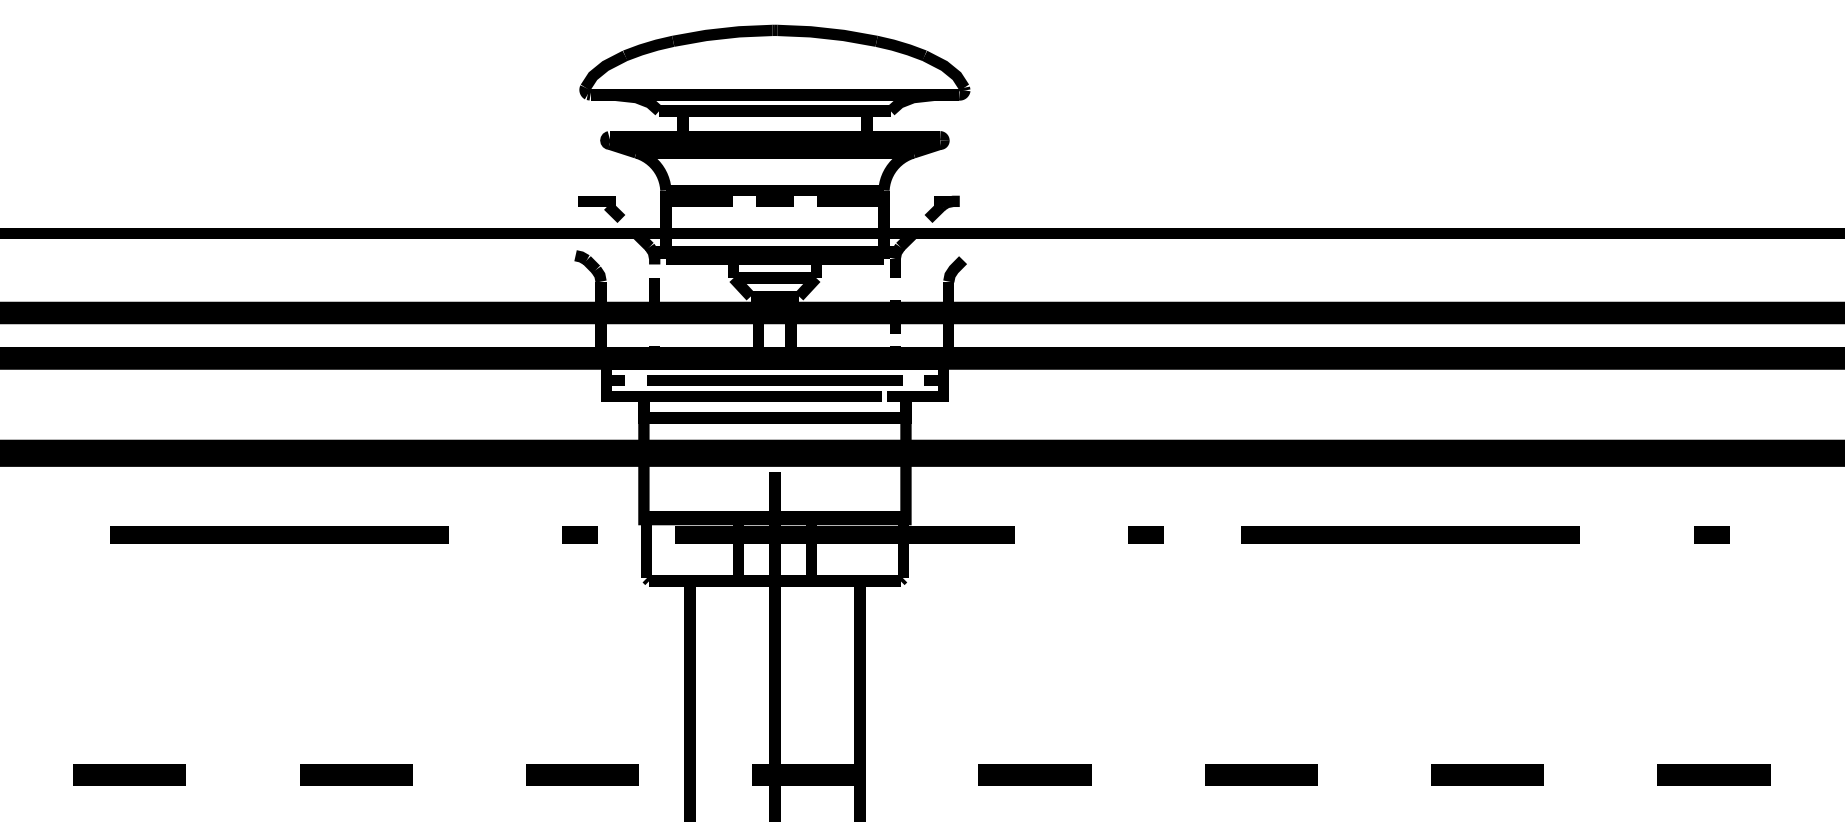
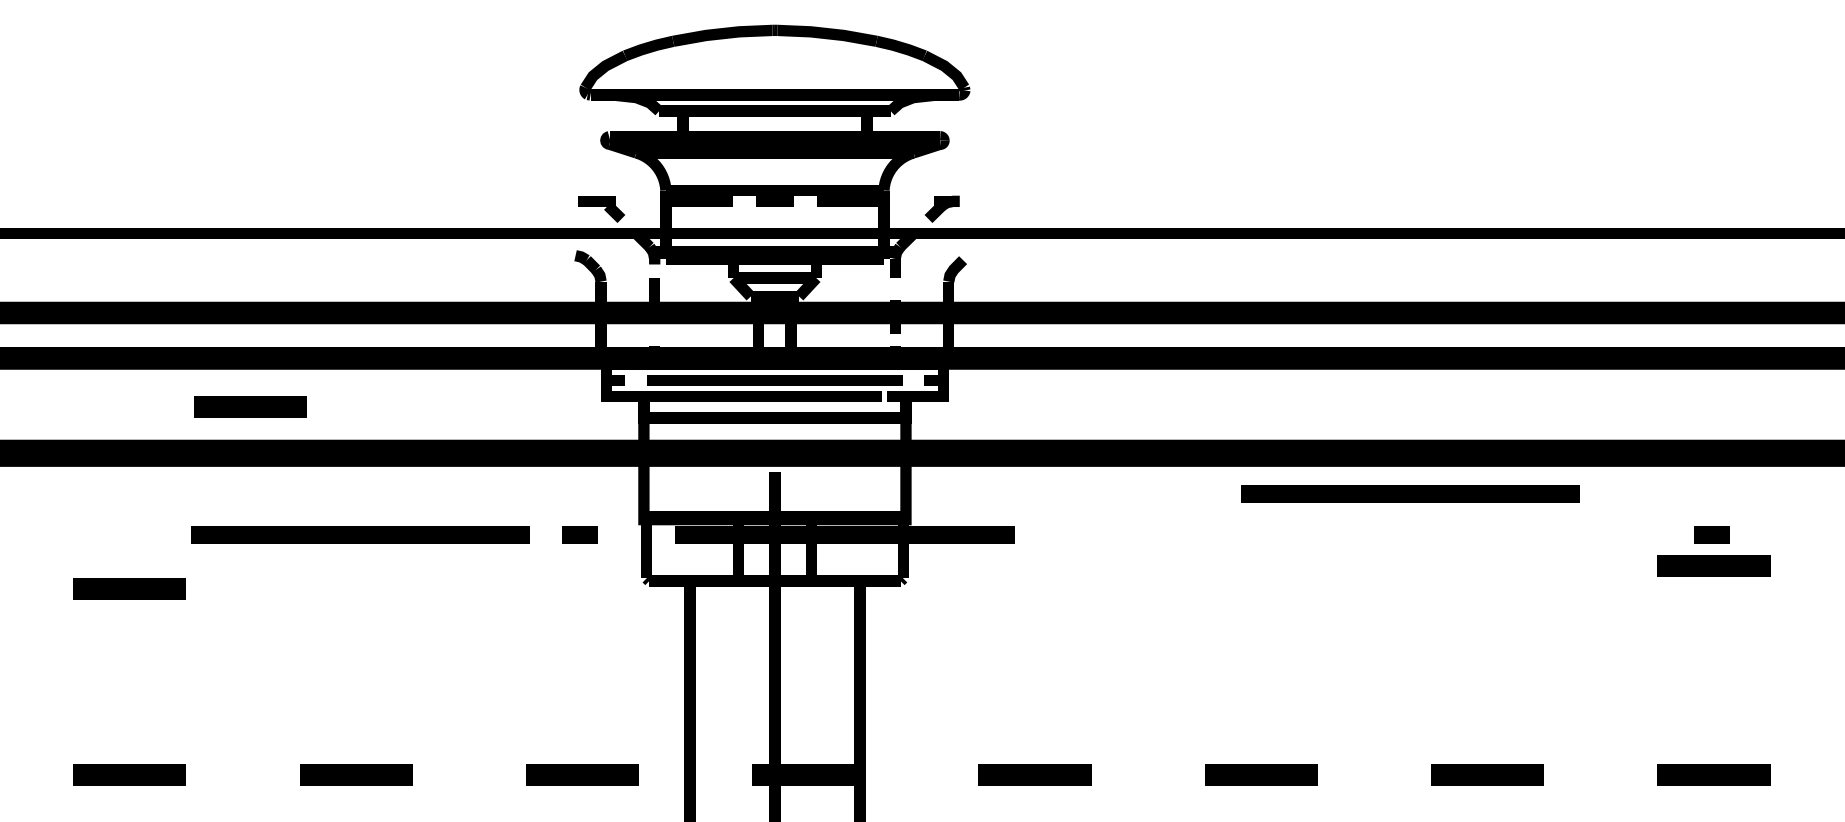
line at (250, 406): none -> present
line at (279, 534) position: (279, 534) -> (360, 534)
line at (1145, 534): present -> none
line at (1410, 534) position: (1410, 534) -> (1410, 493)
line at (1713, 565): none -> present
line at (129, 588): none -> present
